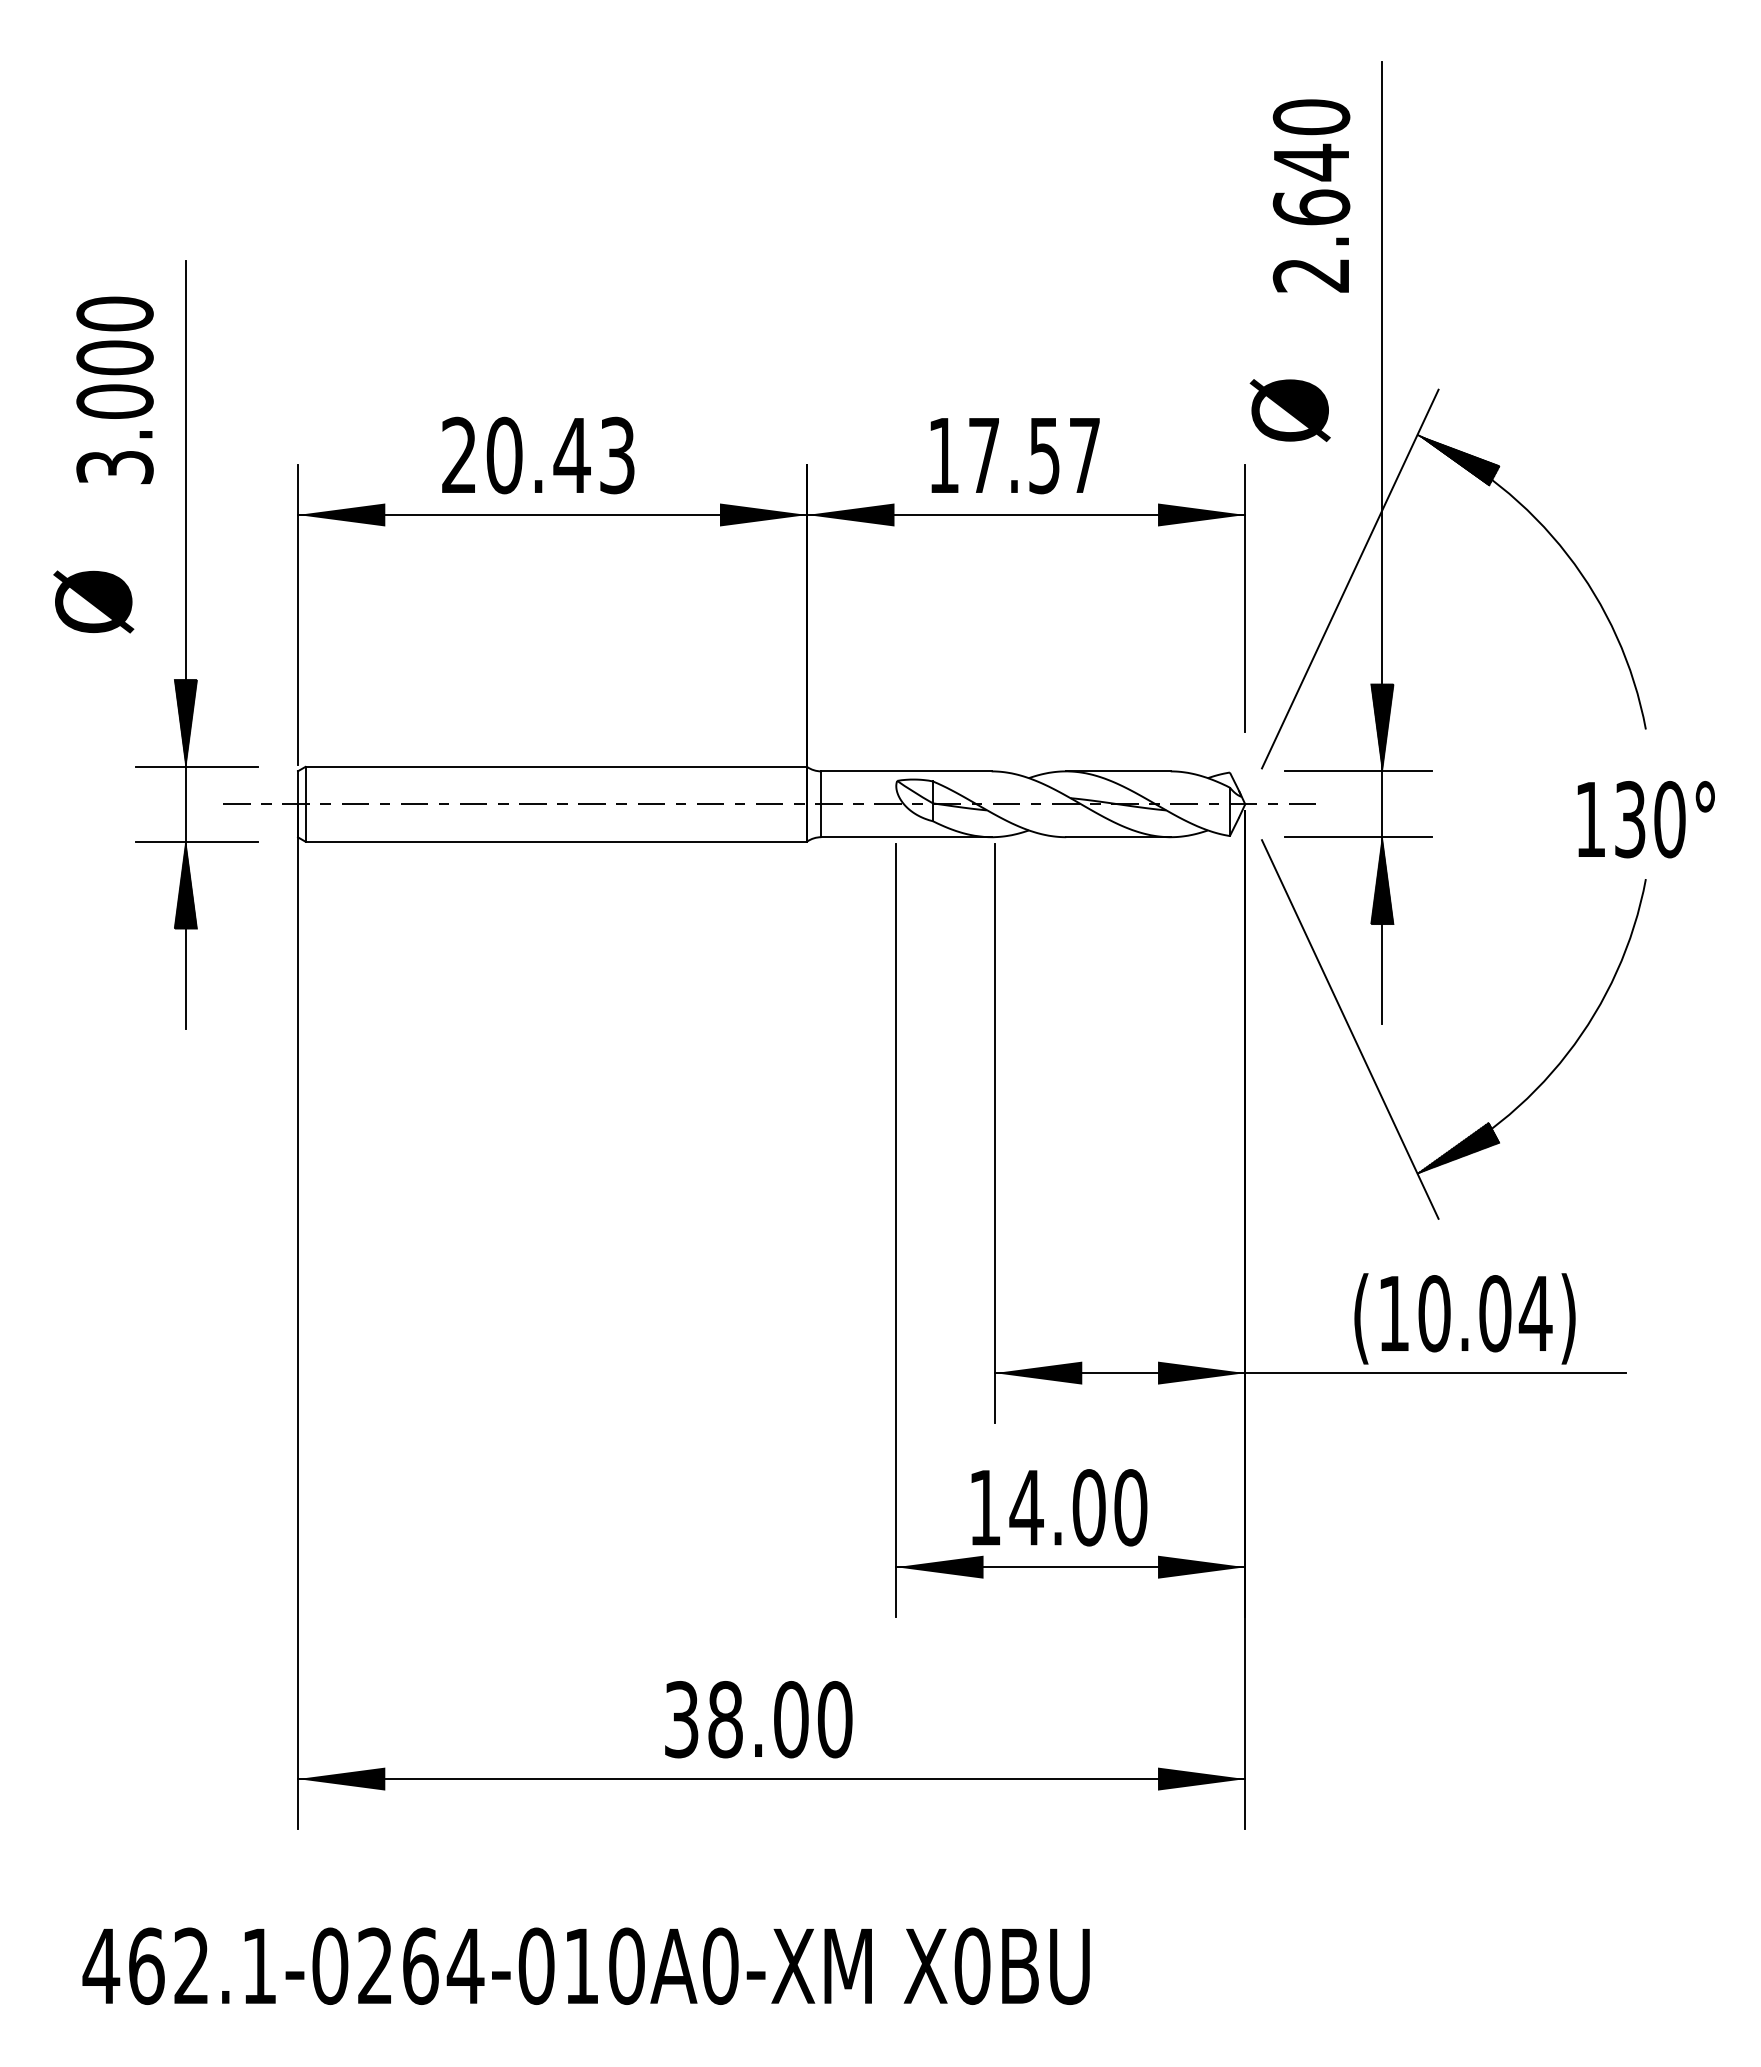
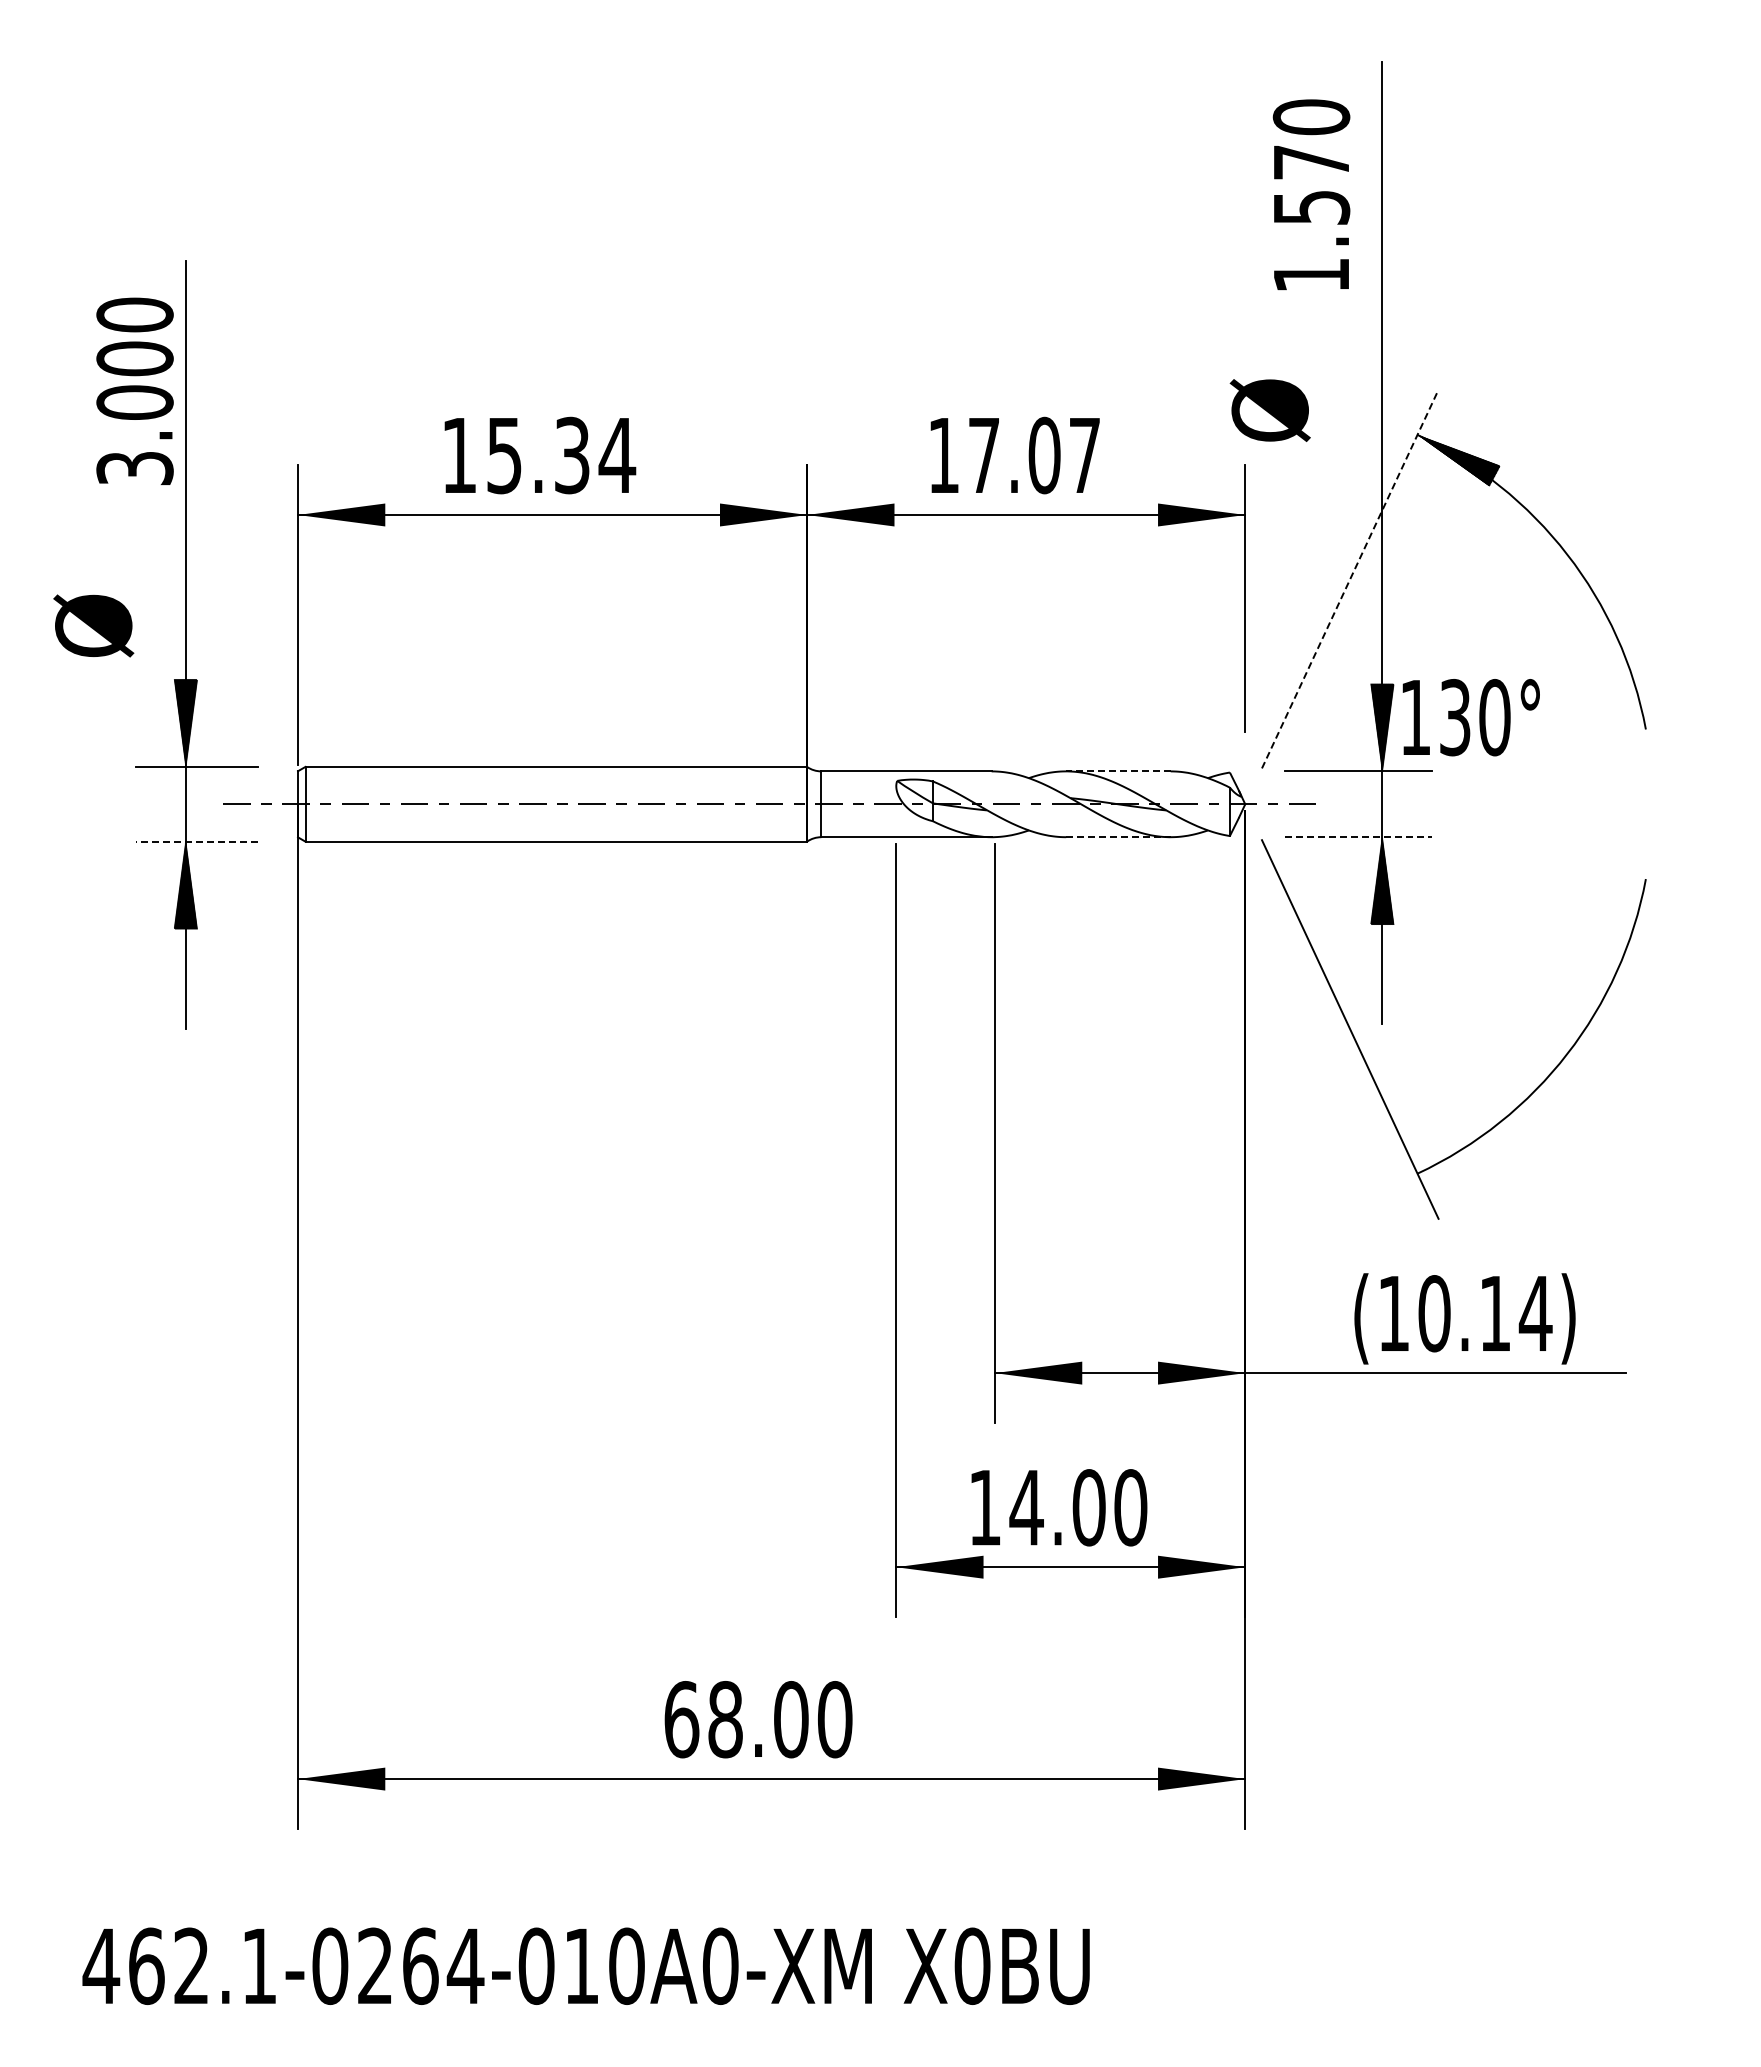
text at (1311, 217): 2.640 -> 1.570
text at (114, 389) position: (114, 389) -> (134, 390)
text at (1289, 410) position: (1289, 410) -> (1269, 410)
text at (539, 455): 20.43 -> 15.34
text at (1044, 455): 17.57 -> 17.07
line at (1350, 579): solid -> dashed
text at (93, 601) position: (93, 601) -> (93, 625)
line at (1117, 771): solid -> dashed
text at (1645, 819) position: (1645, 819) -> (1470, 717)
line at (1118, 837): solid -> dashed
line at (1358, 837): solid -> dashed
line at (196, 841): solid -> dashed
hatch at (1458, 1147): present -> none
text at (1495, 1313): (10.04) -> (10.14)
text at (681, 1719): 38.00 -> 68.00
